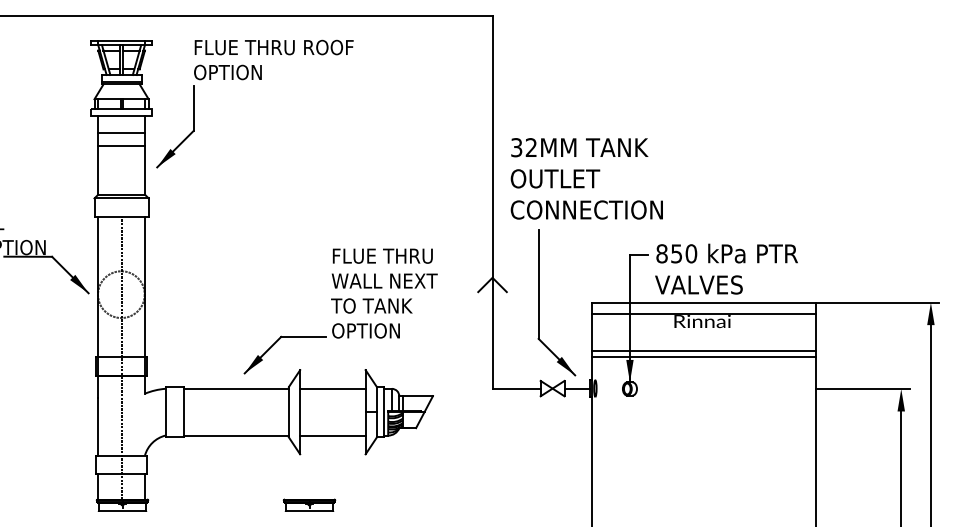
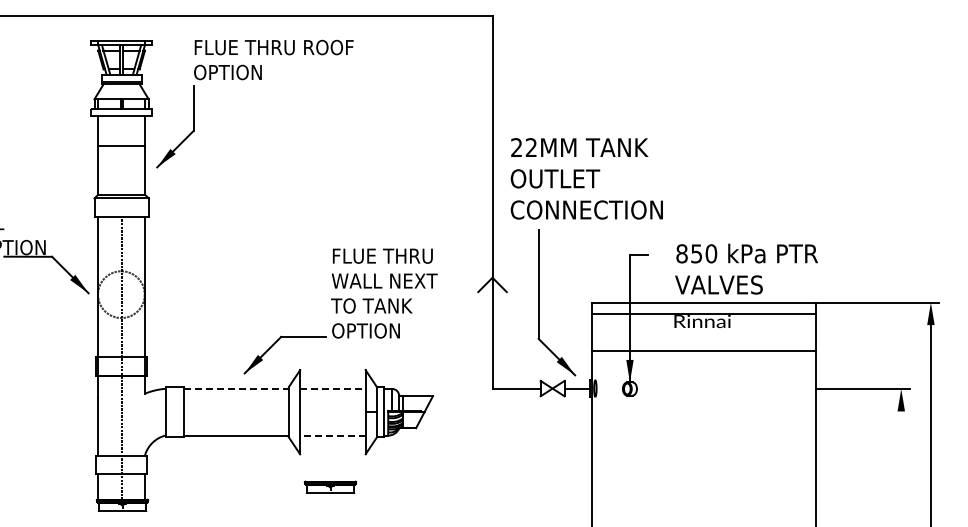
line at (121, 132): present -> none
text at (516, 147): 32MM -> 22MM
text at (726, 268) position: (726, 268) -> (746, 268)
line at (703, 356): present -> none
line at (237, 388): solid -> dashed
line at (332, 388): solid -> dashed
line at (332, 435): solid -> dashed
line at (901, 467): present -> none
part at (309, 504) position: (309, 504) -> (330, 486)
